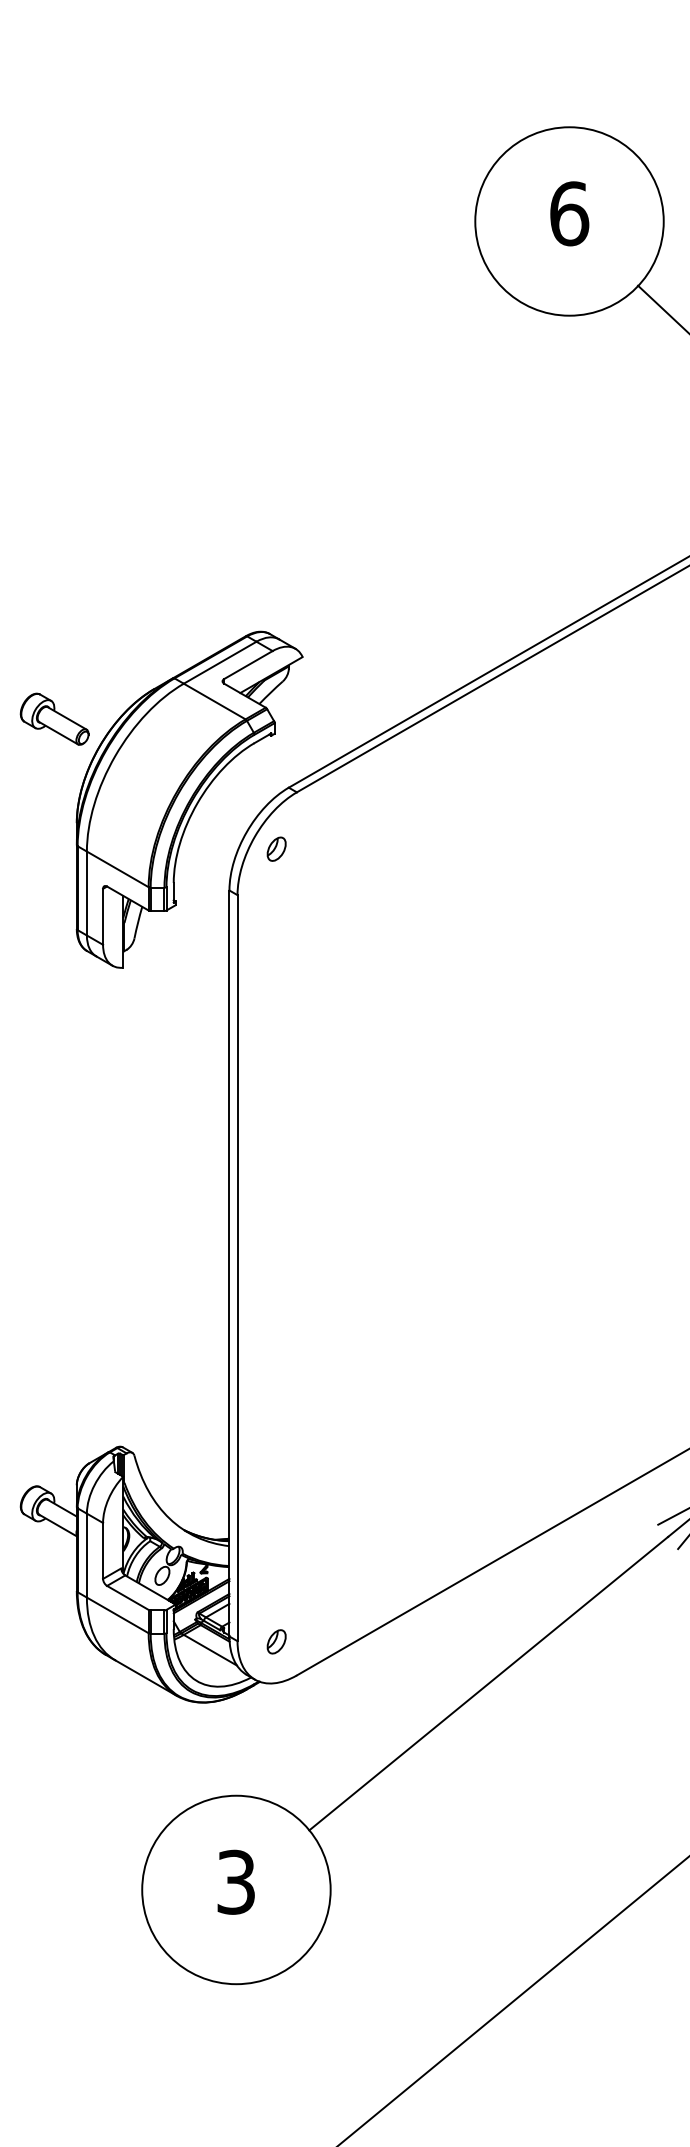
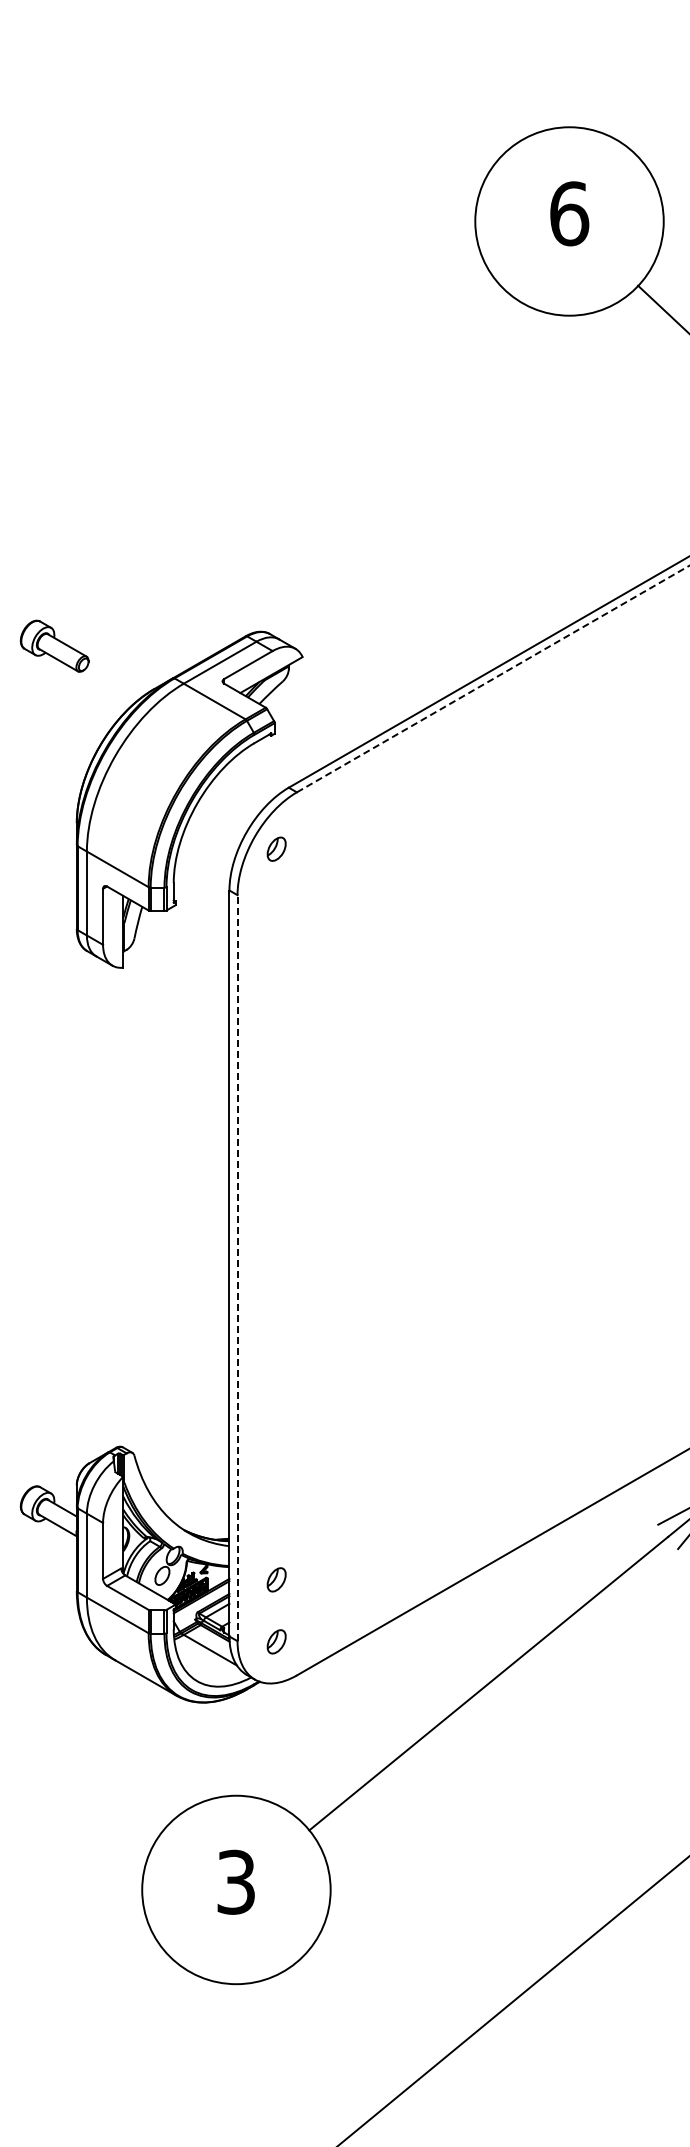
line at (493, 678): solid -> dashed
part at (54, 718) position: (54, 718) -> (54, 645)
line at (237, 1267): solid -> dashed
part at (276, 1579): none -> present
